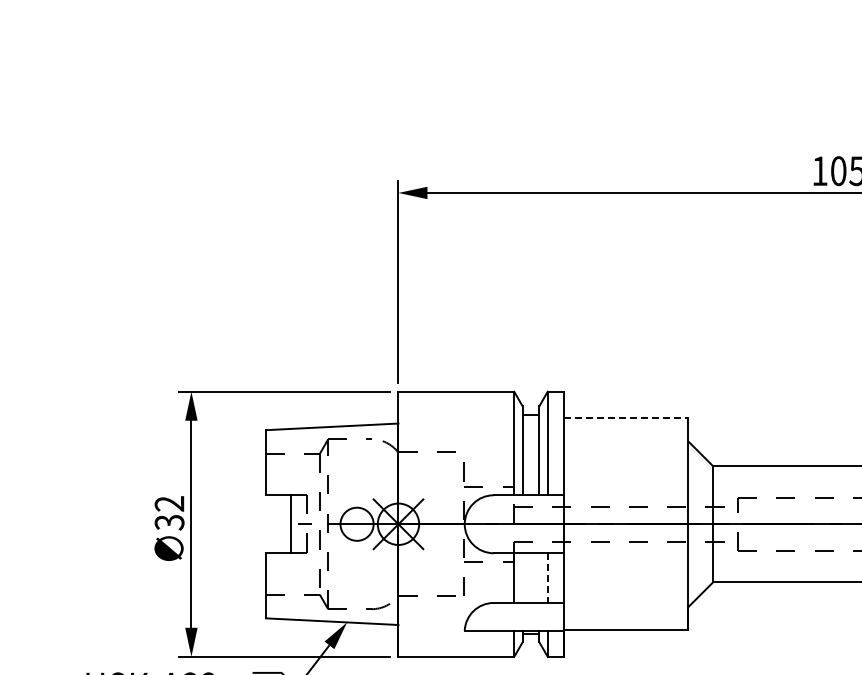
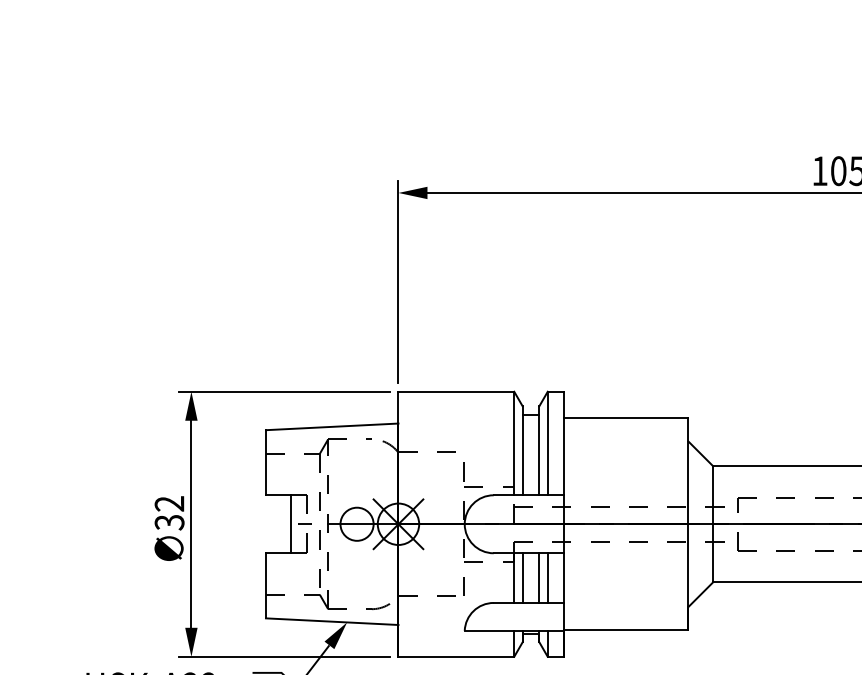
line at (626, 418): dashed -> solid
line at (522, 577): none -> present
line at (539, 577): none -> present
line at (547, 578): dashed -> solid
